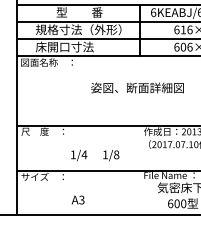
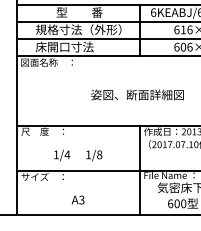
text at (137, 87) position: (137, 87) -> (137, 94)
text at (95, 155) position: (95, 155) -> (78, 155)
line at (139, 170): none -> present
